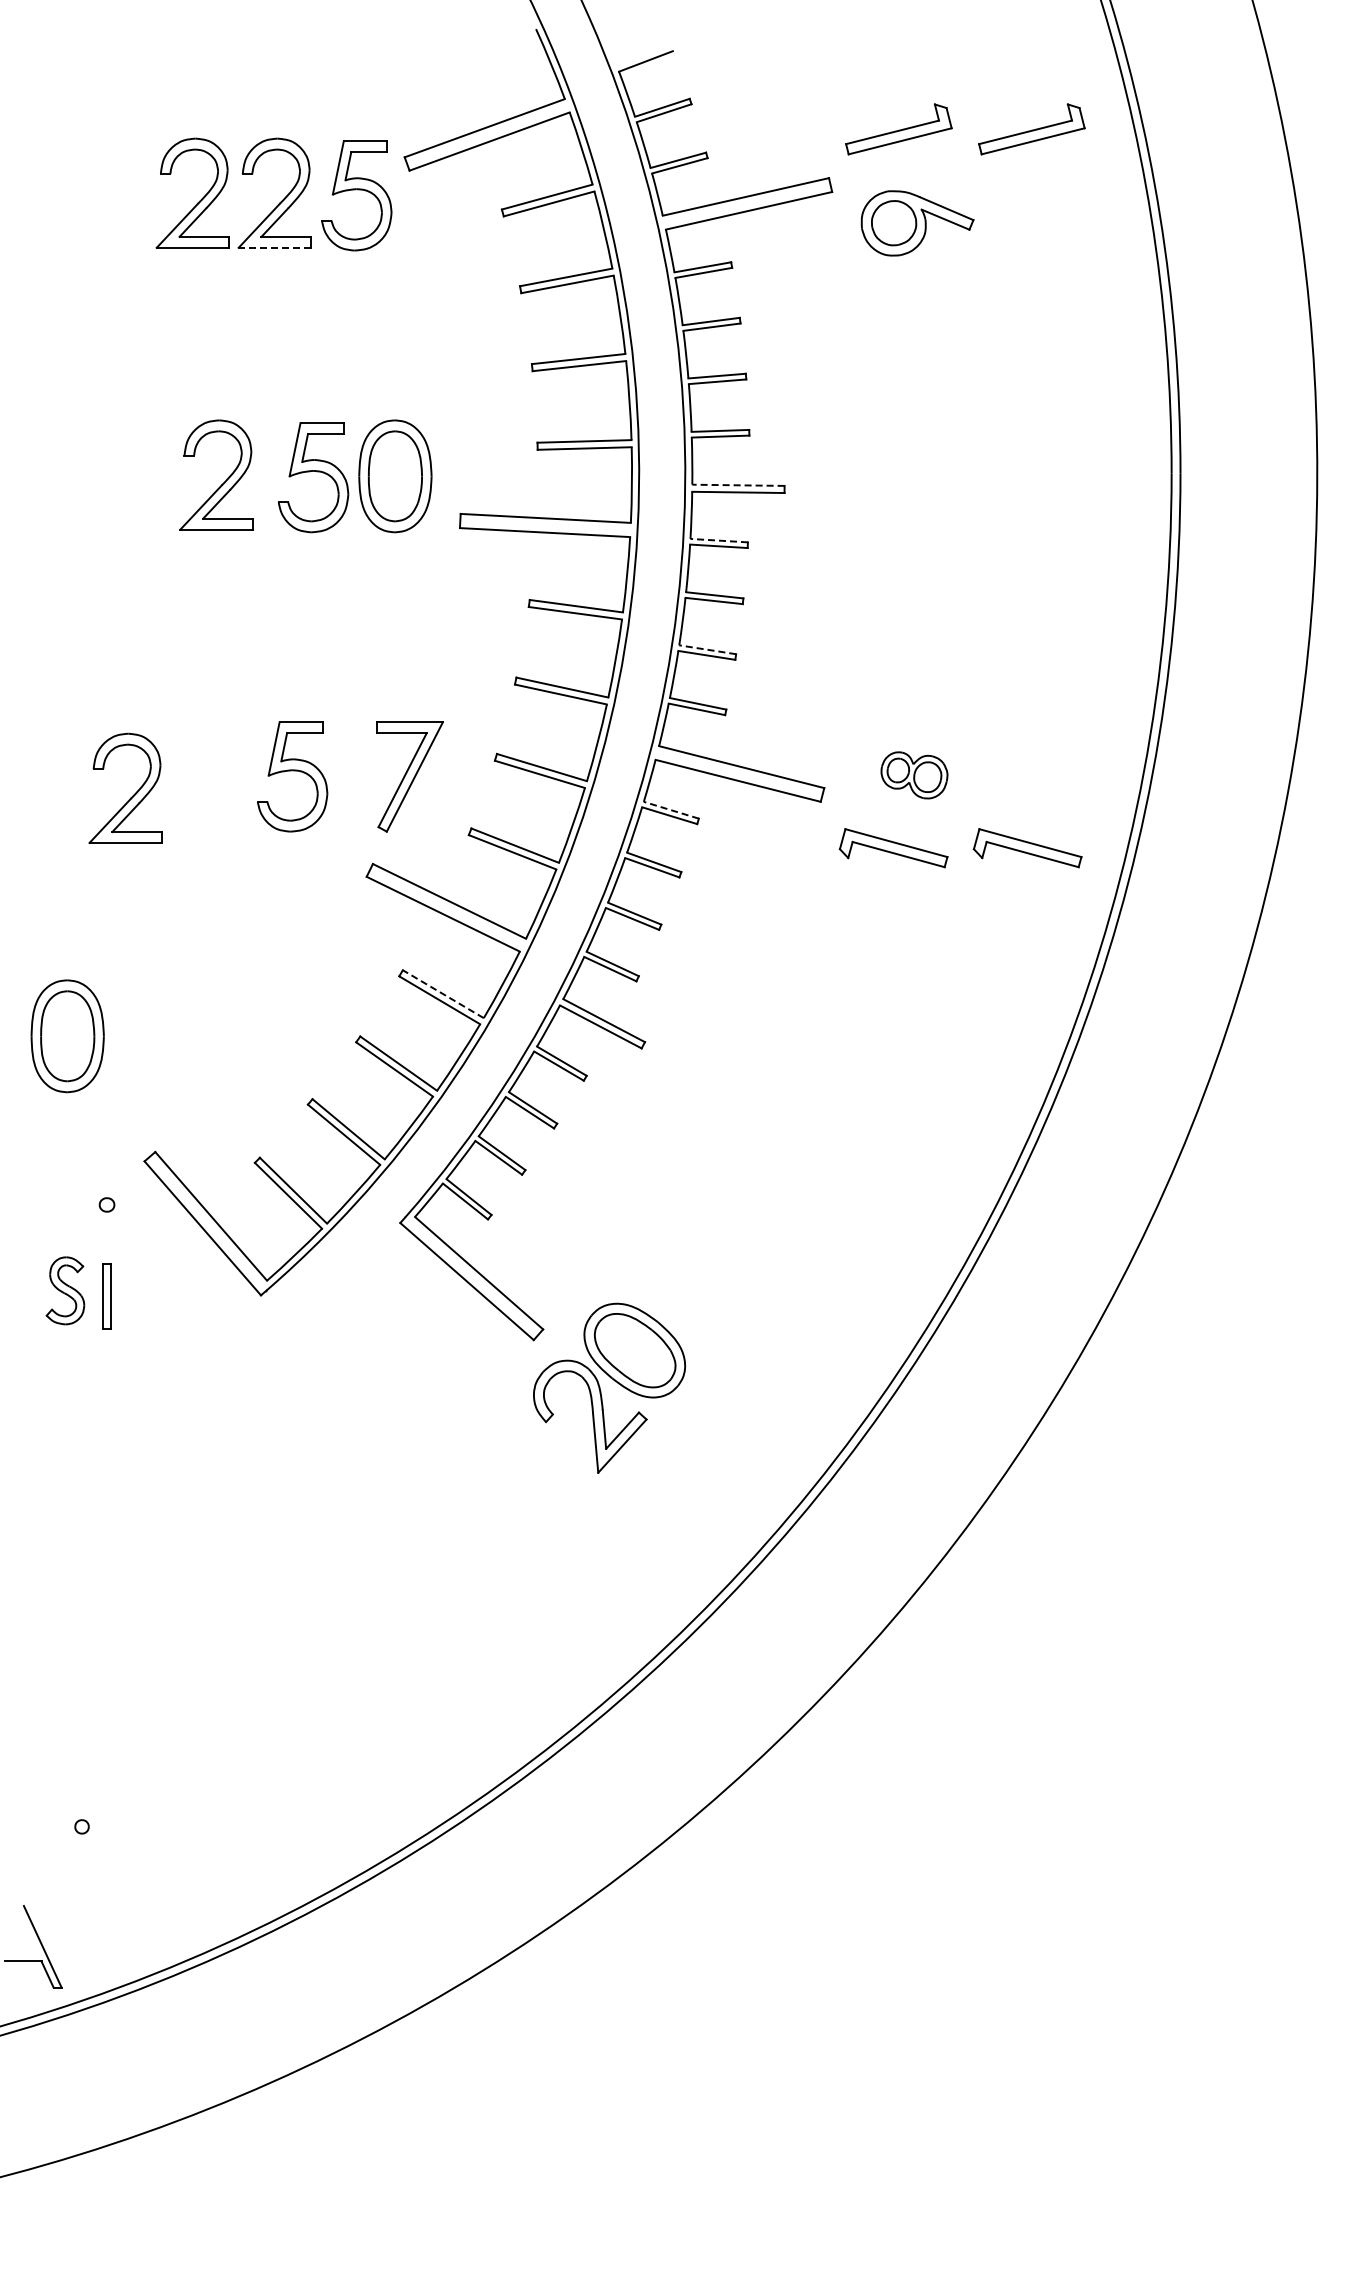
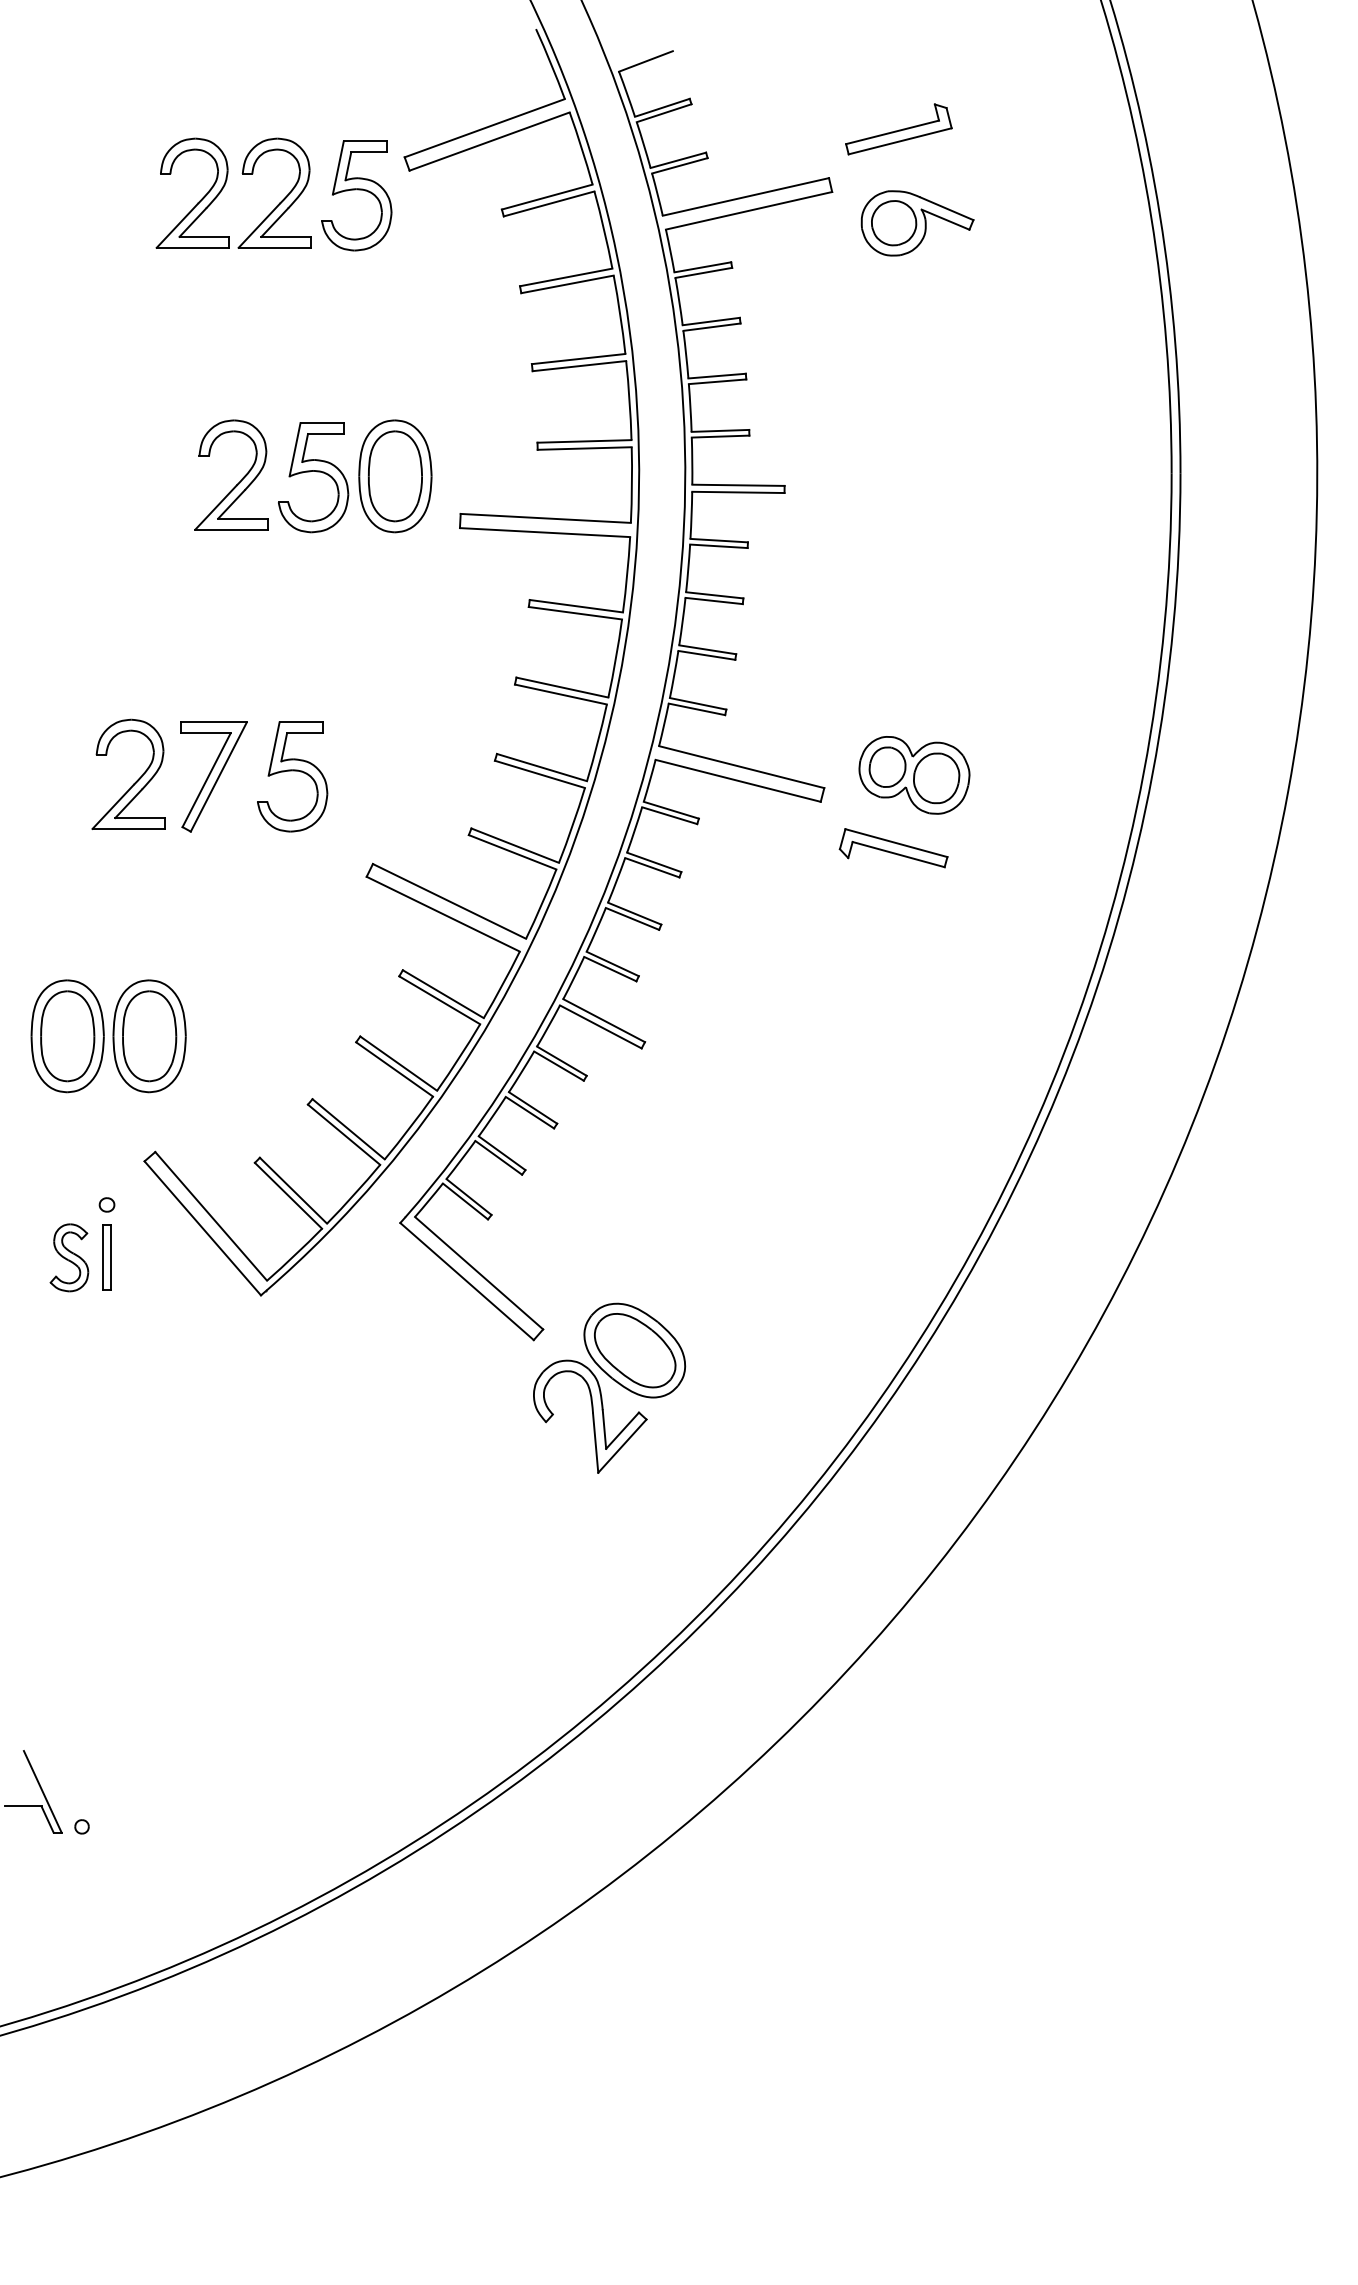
part at (1031, 129): present -> none
line at (274, 247): dashed -> solid
part at (224, 481) position: (224, 481) -> (239, 481)
line at (737, 485): dashed -> solid
line at (719, 540): dashed -> solid
line at (707, 649): dashed -> solid
part at (914, 775) size: 69x49 px -> 113x79 px
part at (409, 776) position: (409, 776) -> (213, 776)
part at (133, 794) position: (133, 794) -> (136, 780)
line at (671, 810): dashed -> solid
part at (1027, 848): present -> none
line at (442, 993): dashed -> solid
part at (149, 1036): none -> present
part at (65, 1290) position: (65, 1290) -> (69, 1257)
part at (106, 1296) position: (106, 1296) -> (106, 1257)
part at (39, 1942) position: (39, 1942) -> (39, 1787)
